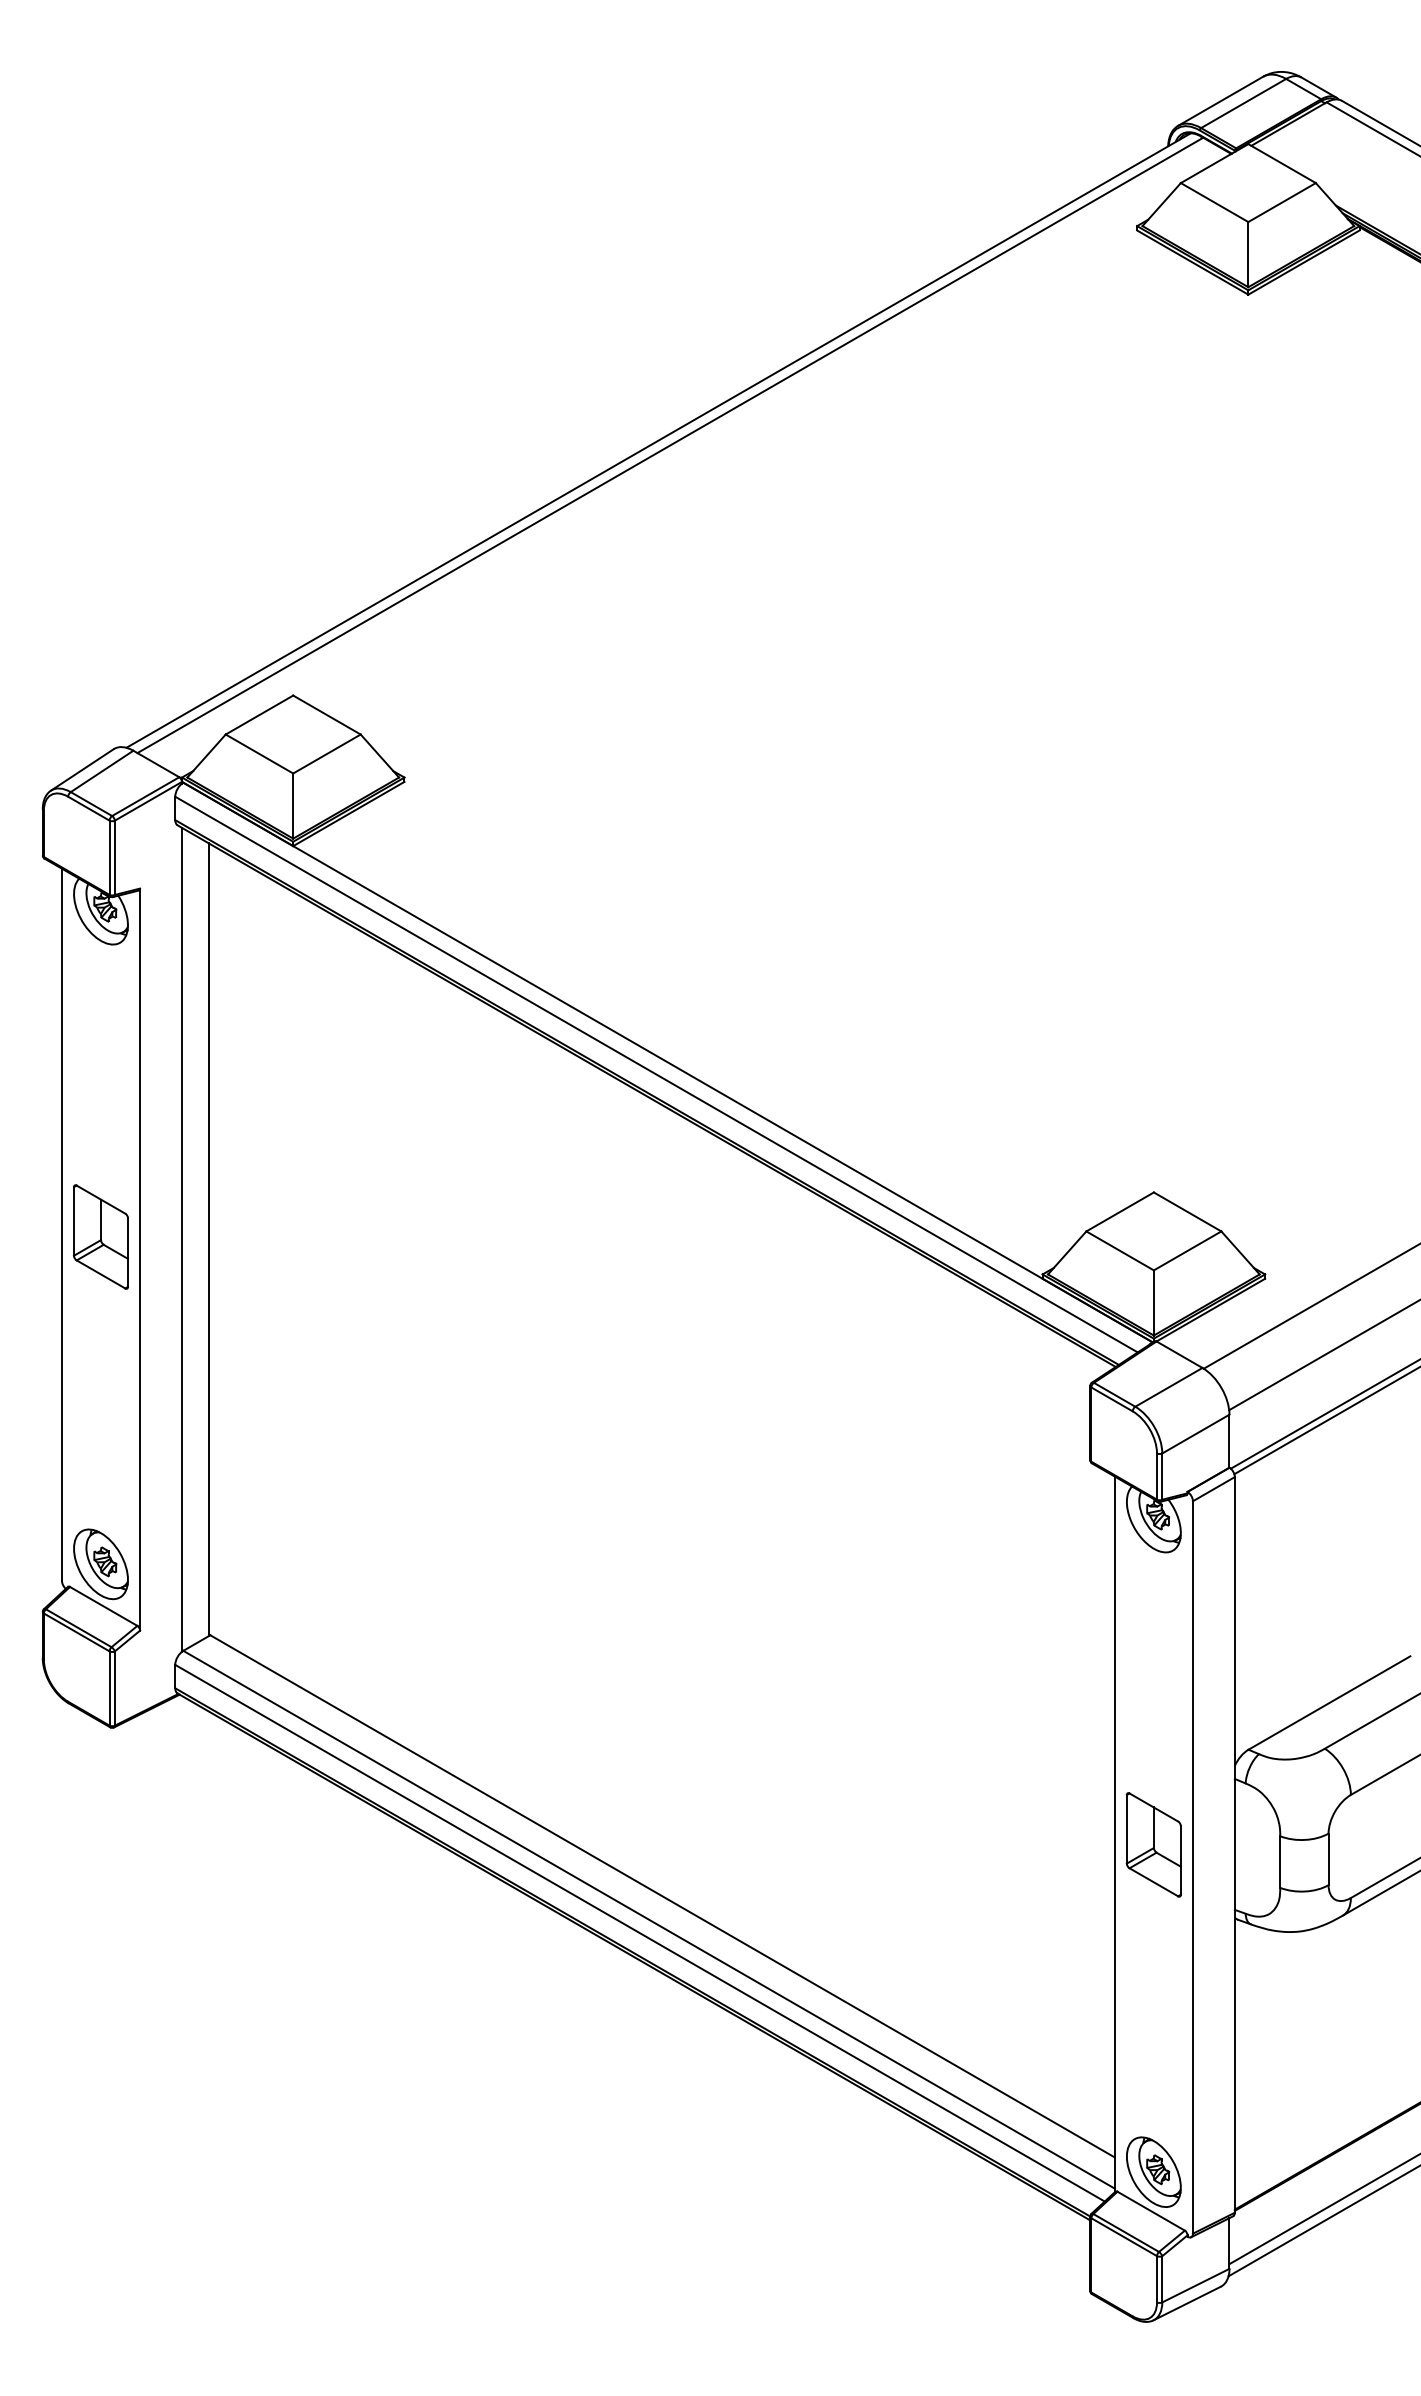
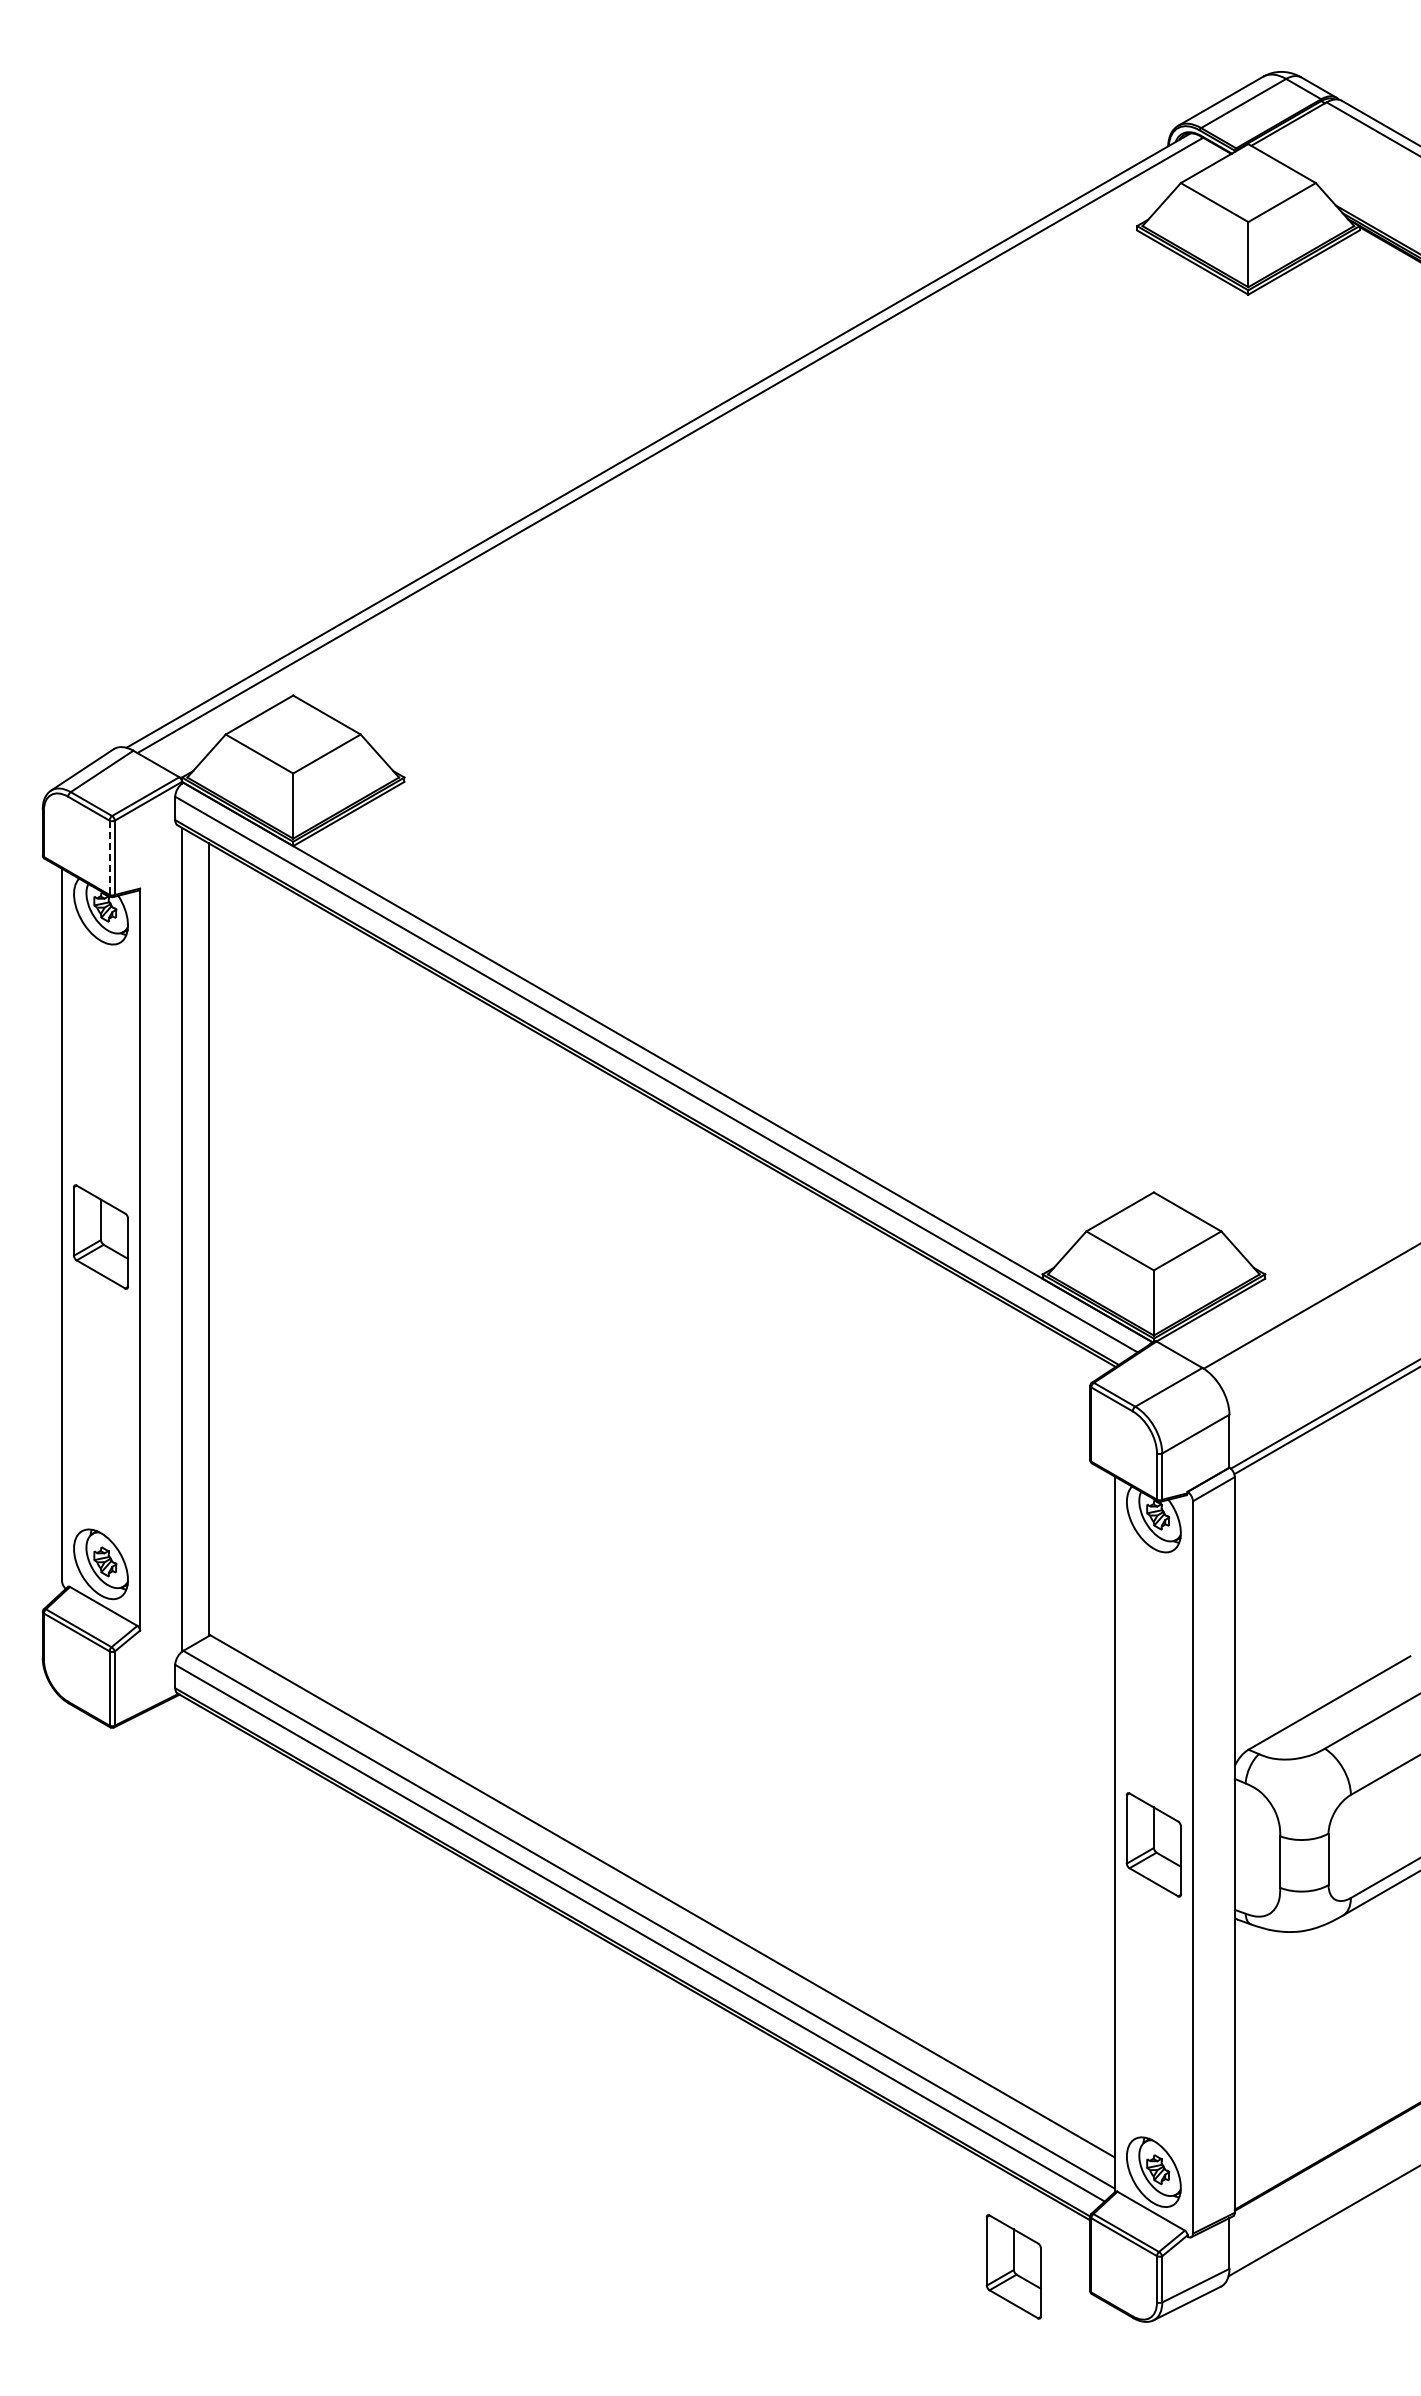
line at (109, 858): solid -> dashed
line at (1323, 1355): present -> none
line at (1323, 2209): present -> none
part at (1013, 2266): none -> present
